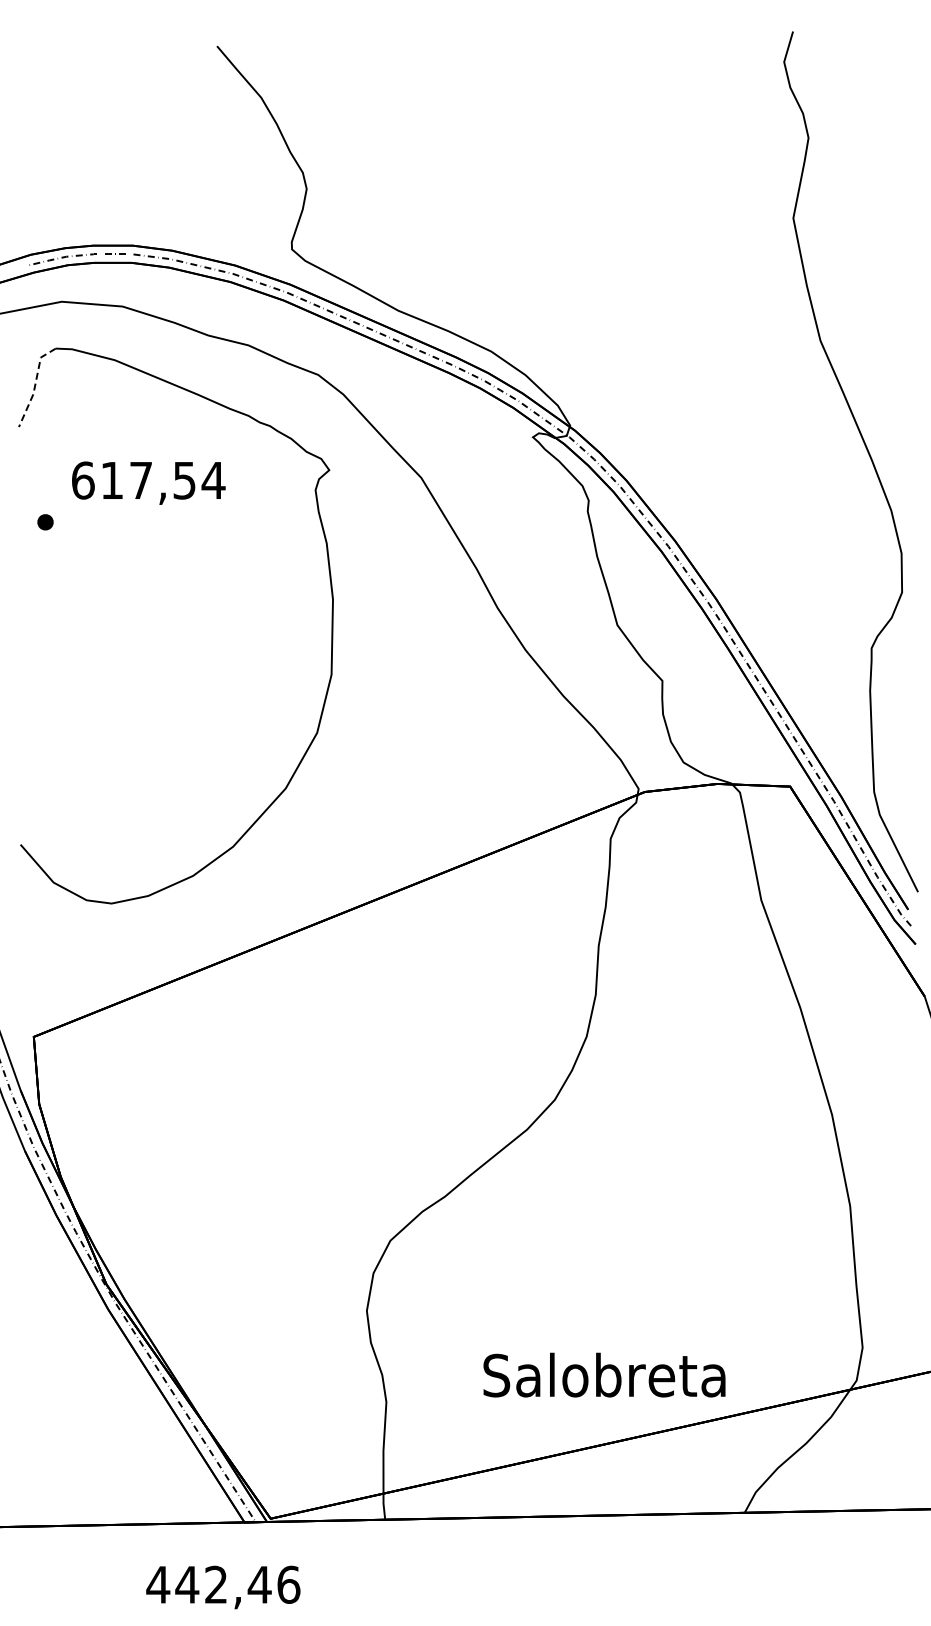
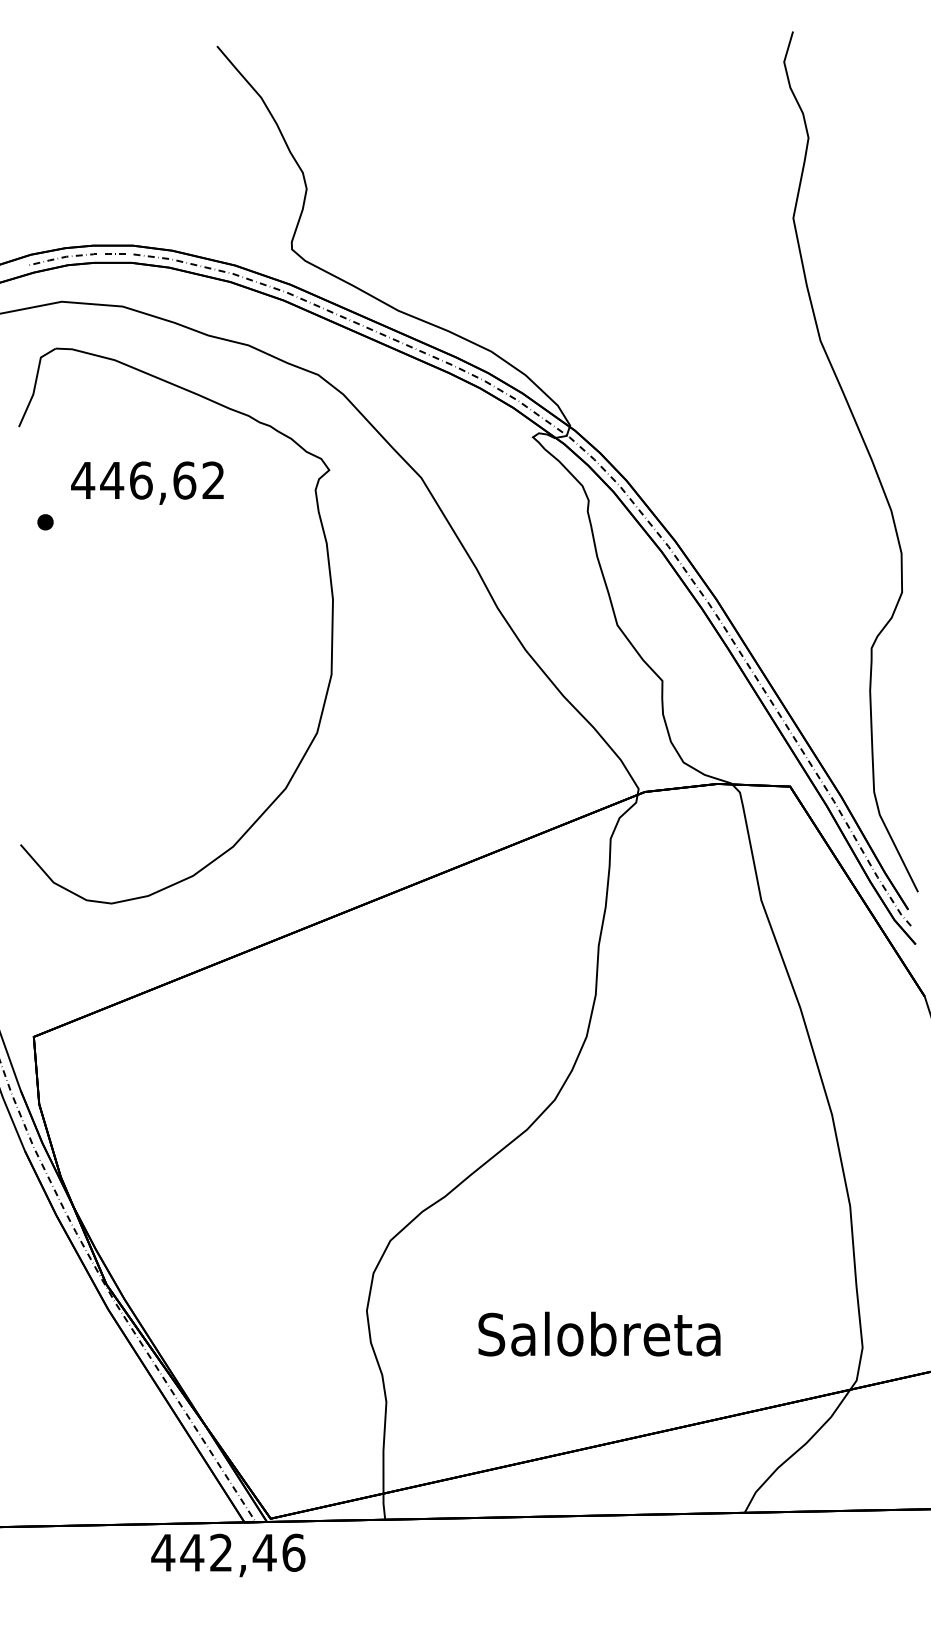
line at (35, 384): dashed -> solid
text at (148, 480): 617,54 -> 446,62
text at (604, 1374) position: (604, 1374) -> (599, 1333)
text at (223, 1587) position: (223, 1587) -> (228, 1555)
